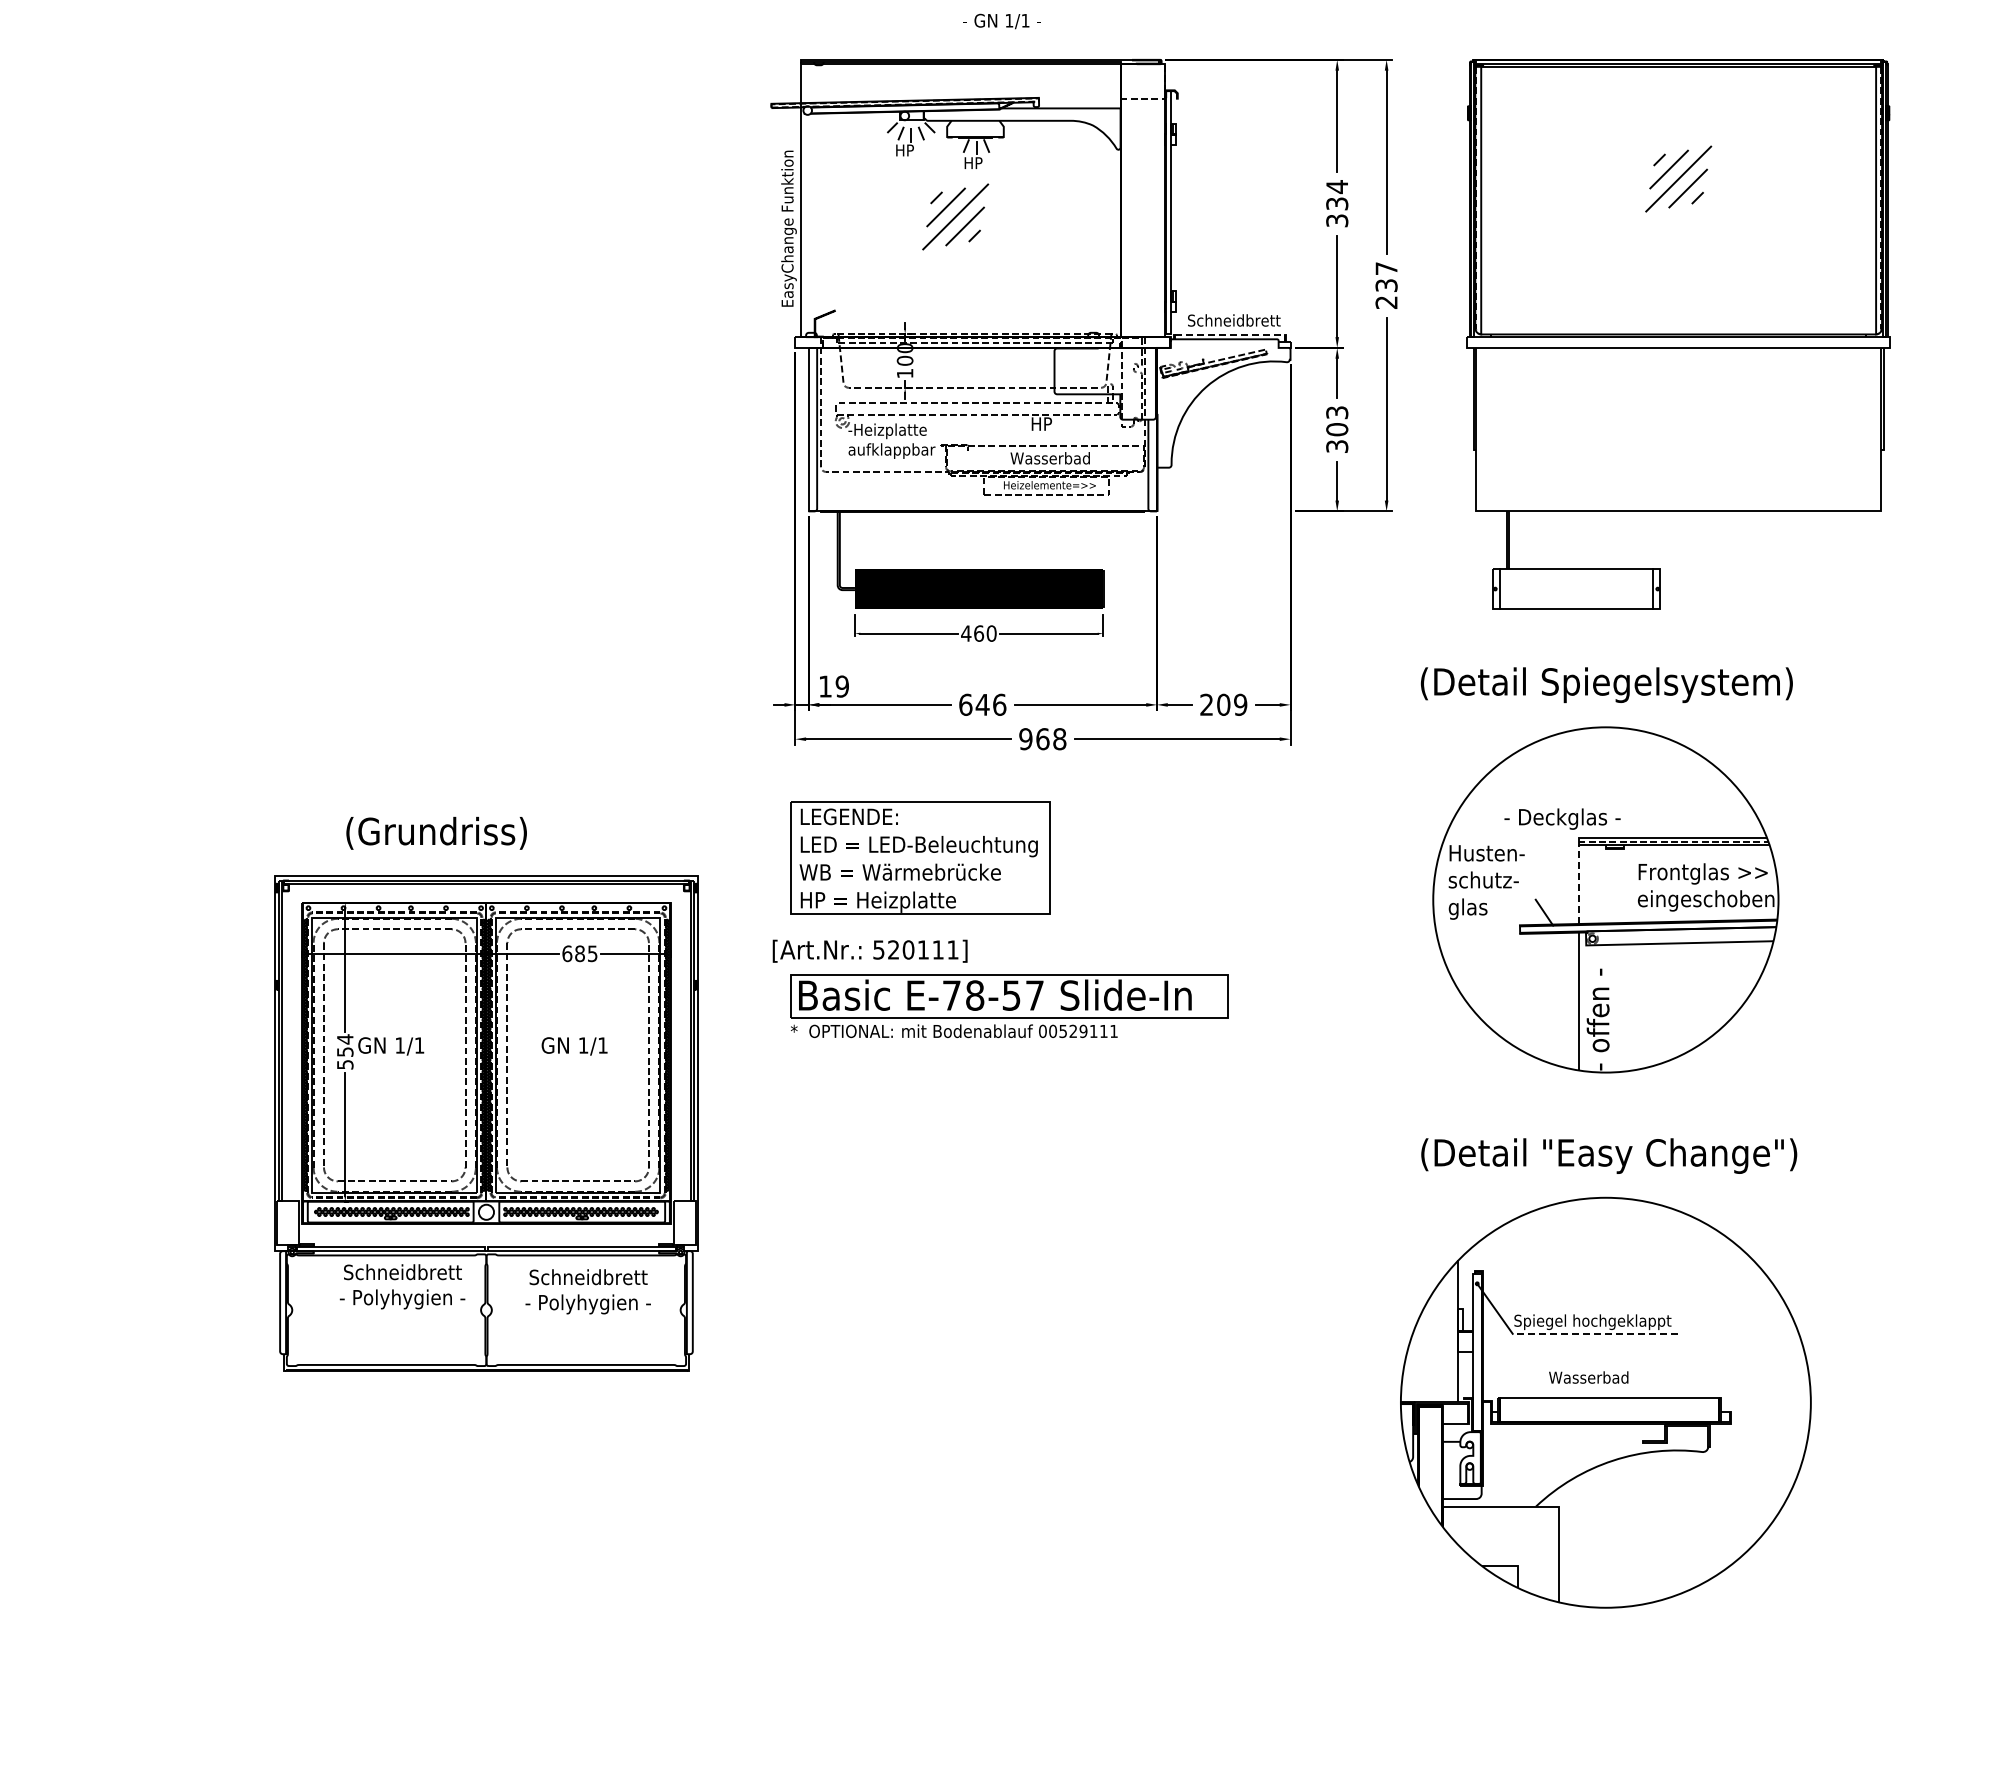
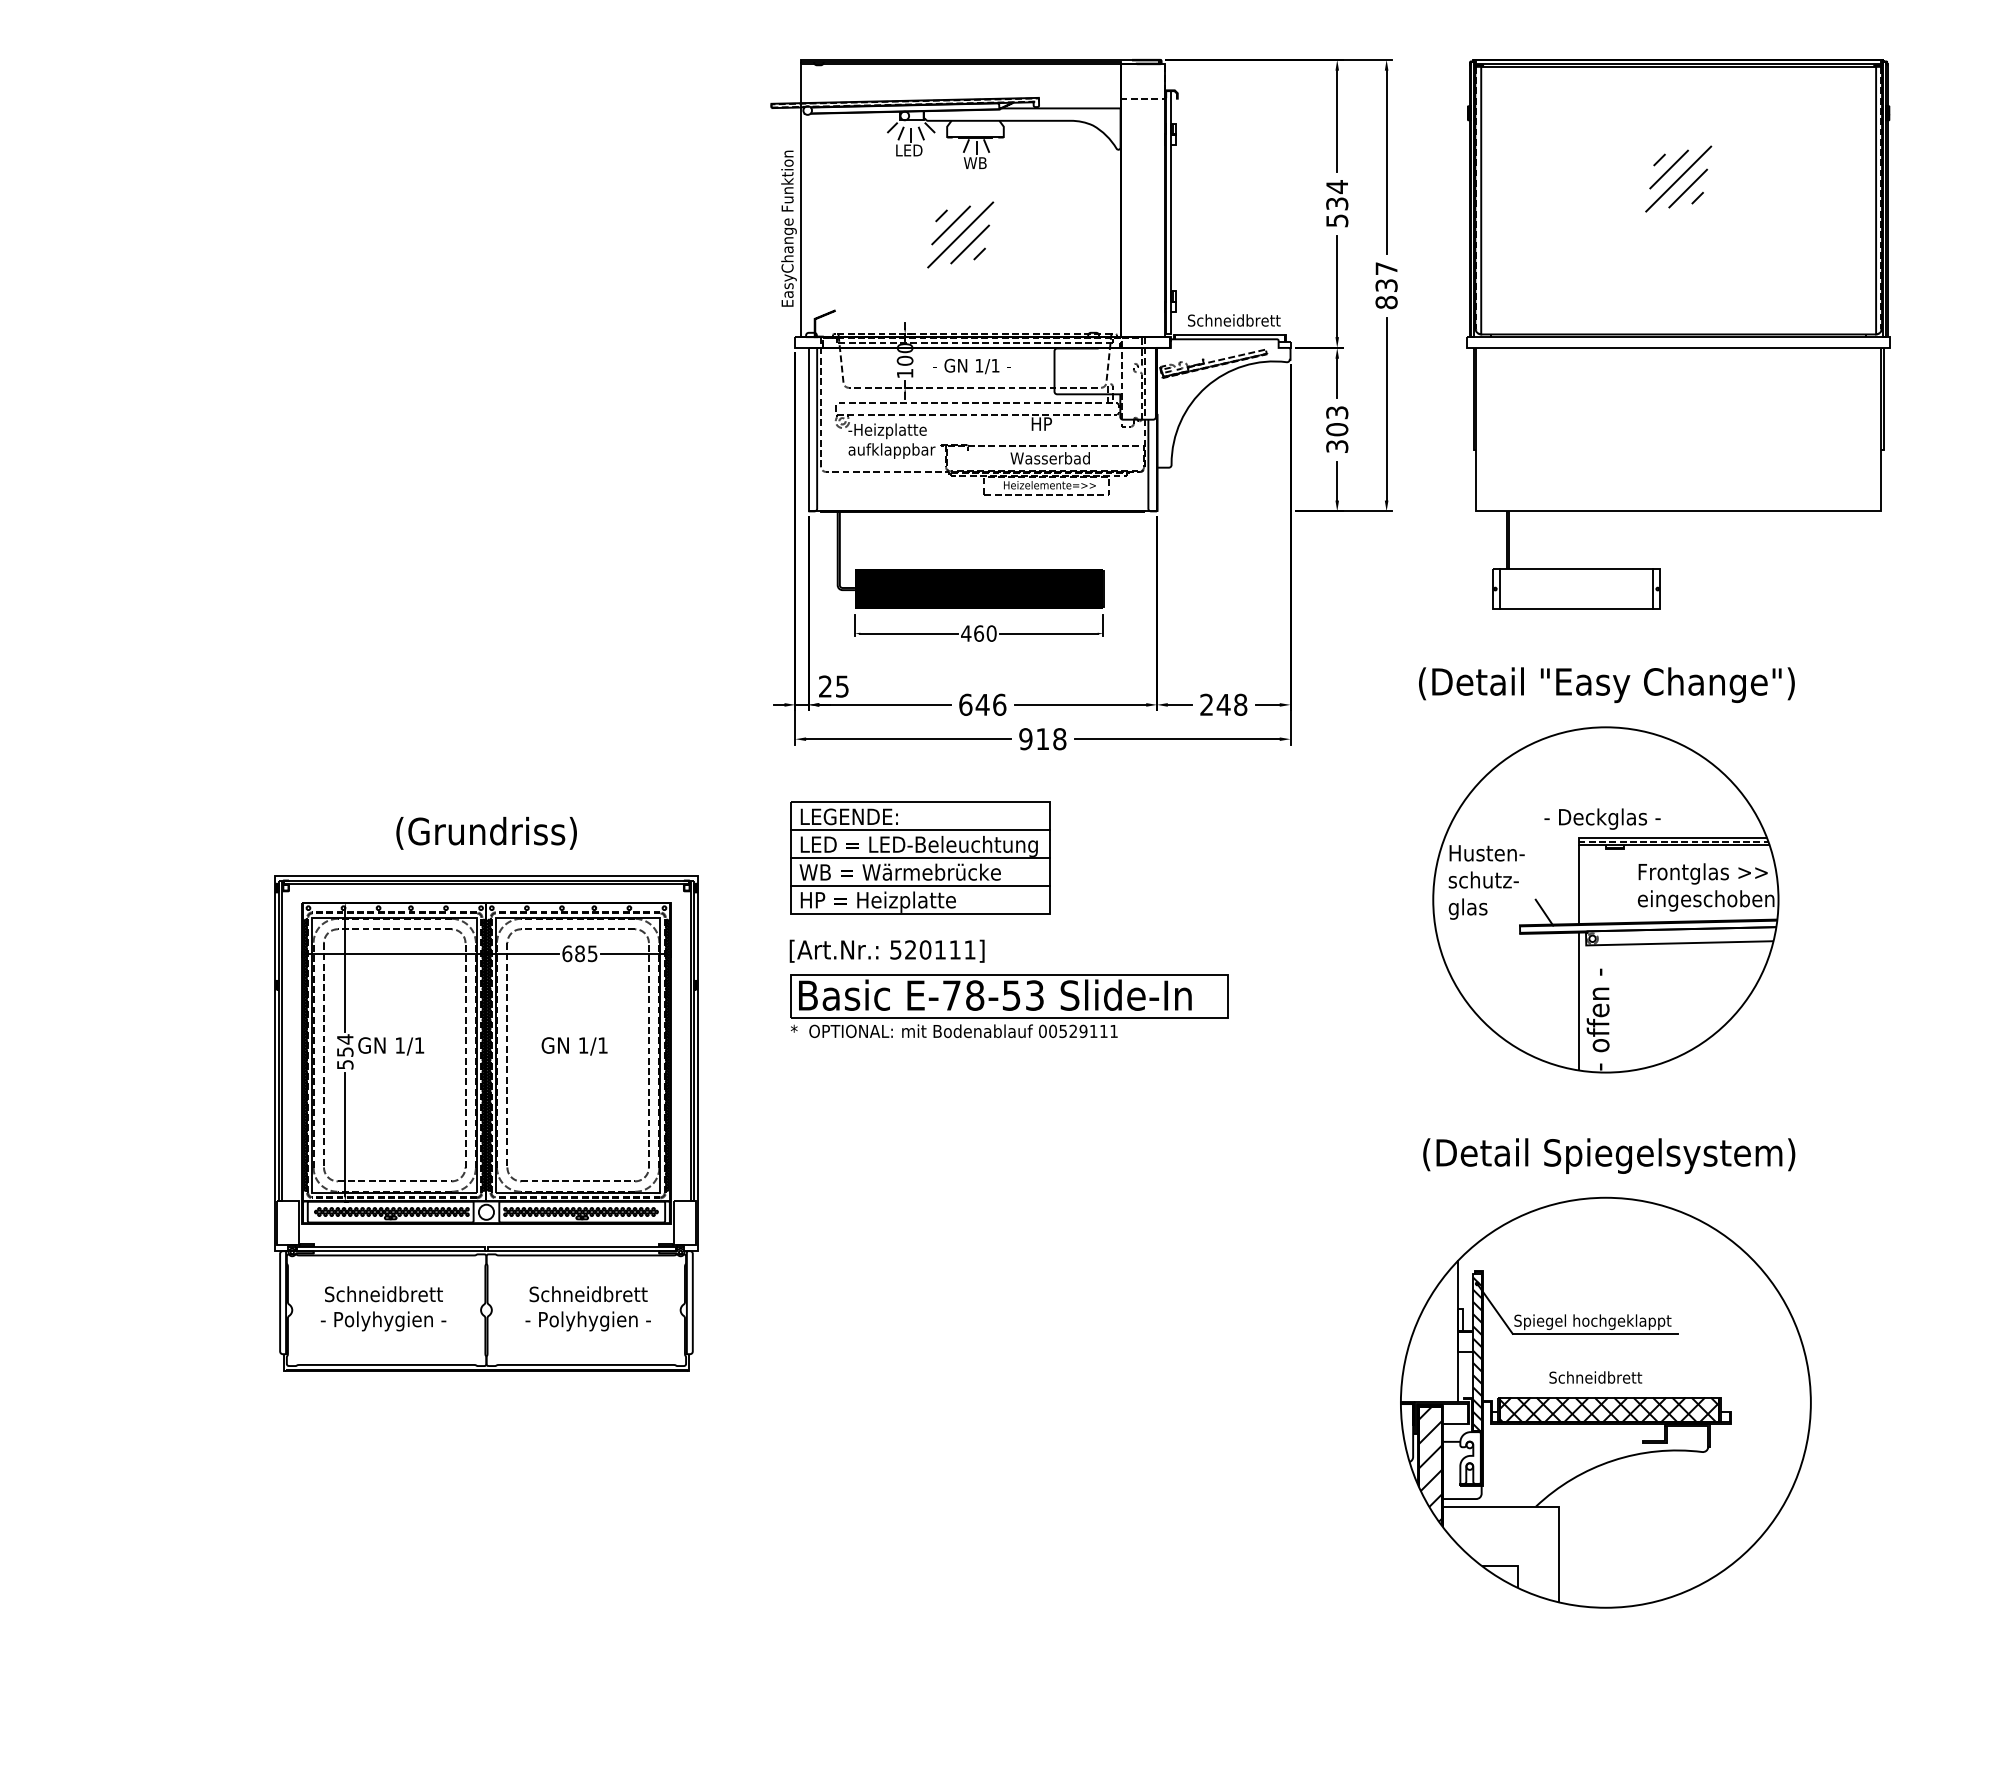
text at (1001, 21) position: (1001, 21) -> (971, 366)
text at (909, 150): HP -> LED
text at (974, 163): HP -> WB
part at (955, 216) position: (955, 216) -> (960, 234)
text at (1336, 220): 334 -> 534
text at (1386, 302): 237 -> 837
line at (1230, 334): dashed -> solid
text at (1606, 685): (Detail Spiegelsystem) -> (Detail "Easy Change")
text at (833, 686): 19 -> 25
text at (1231, 704): 209 -> 248
text at (1042, 739): 968 -> 918
text at (1562, 818) position: (1562, 818) -> (1602, 818)
line at (920, 830): none -> present
text at (436, 832) position: (436, 832) -> (486, 832)
line at (920, 858): none -> present
line at (1578, 884): dashed -> solid
line at (920, 886): none -> present
text at (869, 950) position: (869, 950) -> (886, 950)
text at (1034, 995): E-78-57 -> E-78-53
text at (1609, 1155): (Detail "Easy Change") -> (Detail Spiegelsystem)
text at (402, 1286) position: (402, 1286) -> (383, 1308)
text at (587, 1291) position: (587, 1291) -> (587, 1308)
line at (1595, 1333): dashed -> solid
hatch at (1477, 1352): none -> present
text at (1595, 1377): Wasserbad -> Schneidbrett
hatch at (1609, 1409): none -> present
hatch at (1430, 1464): none -> present
